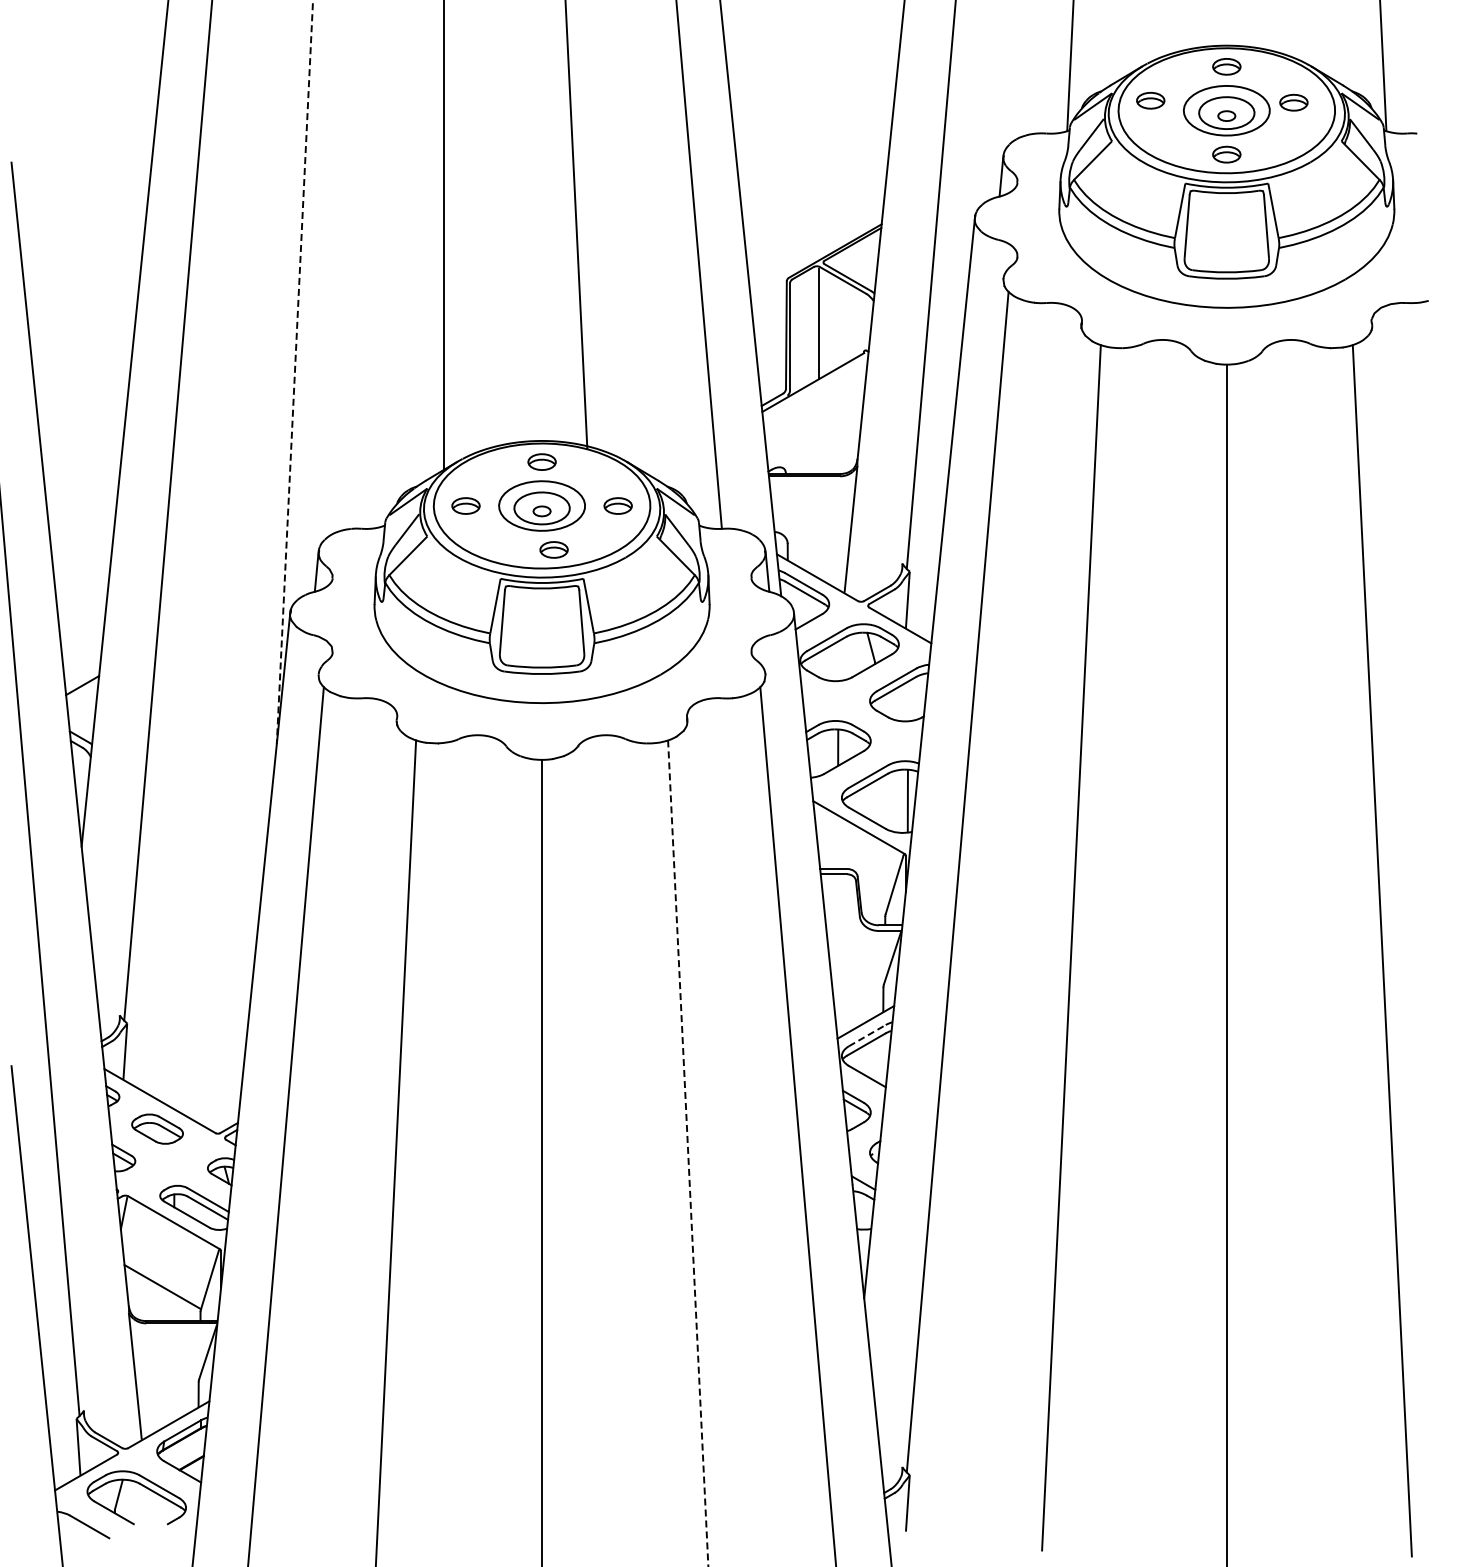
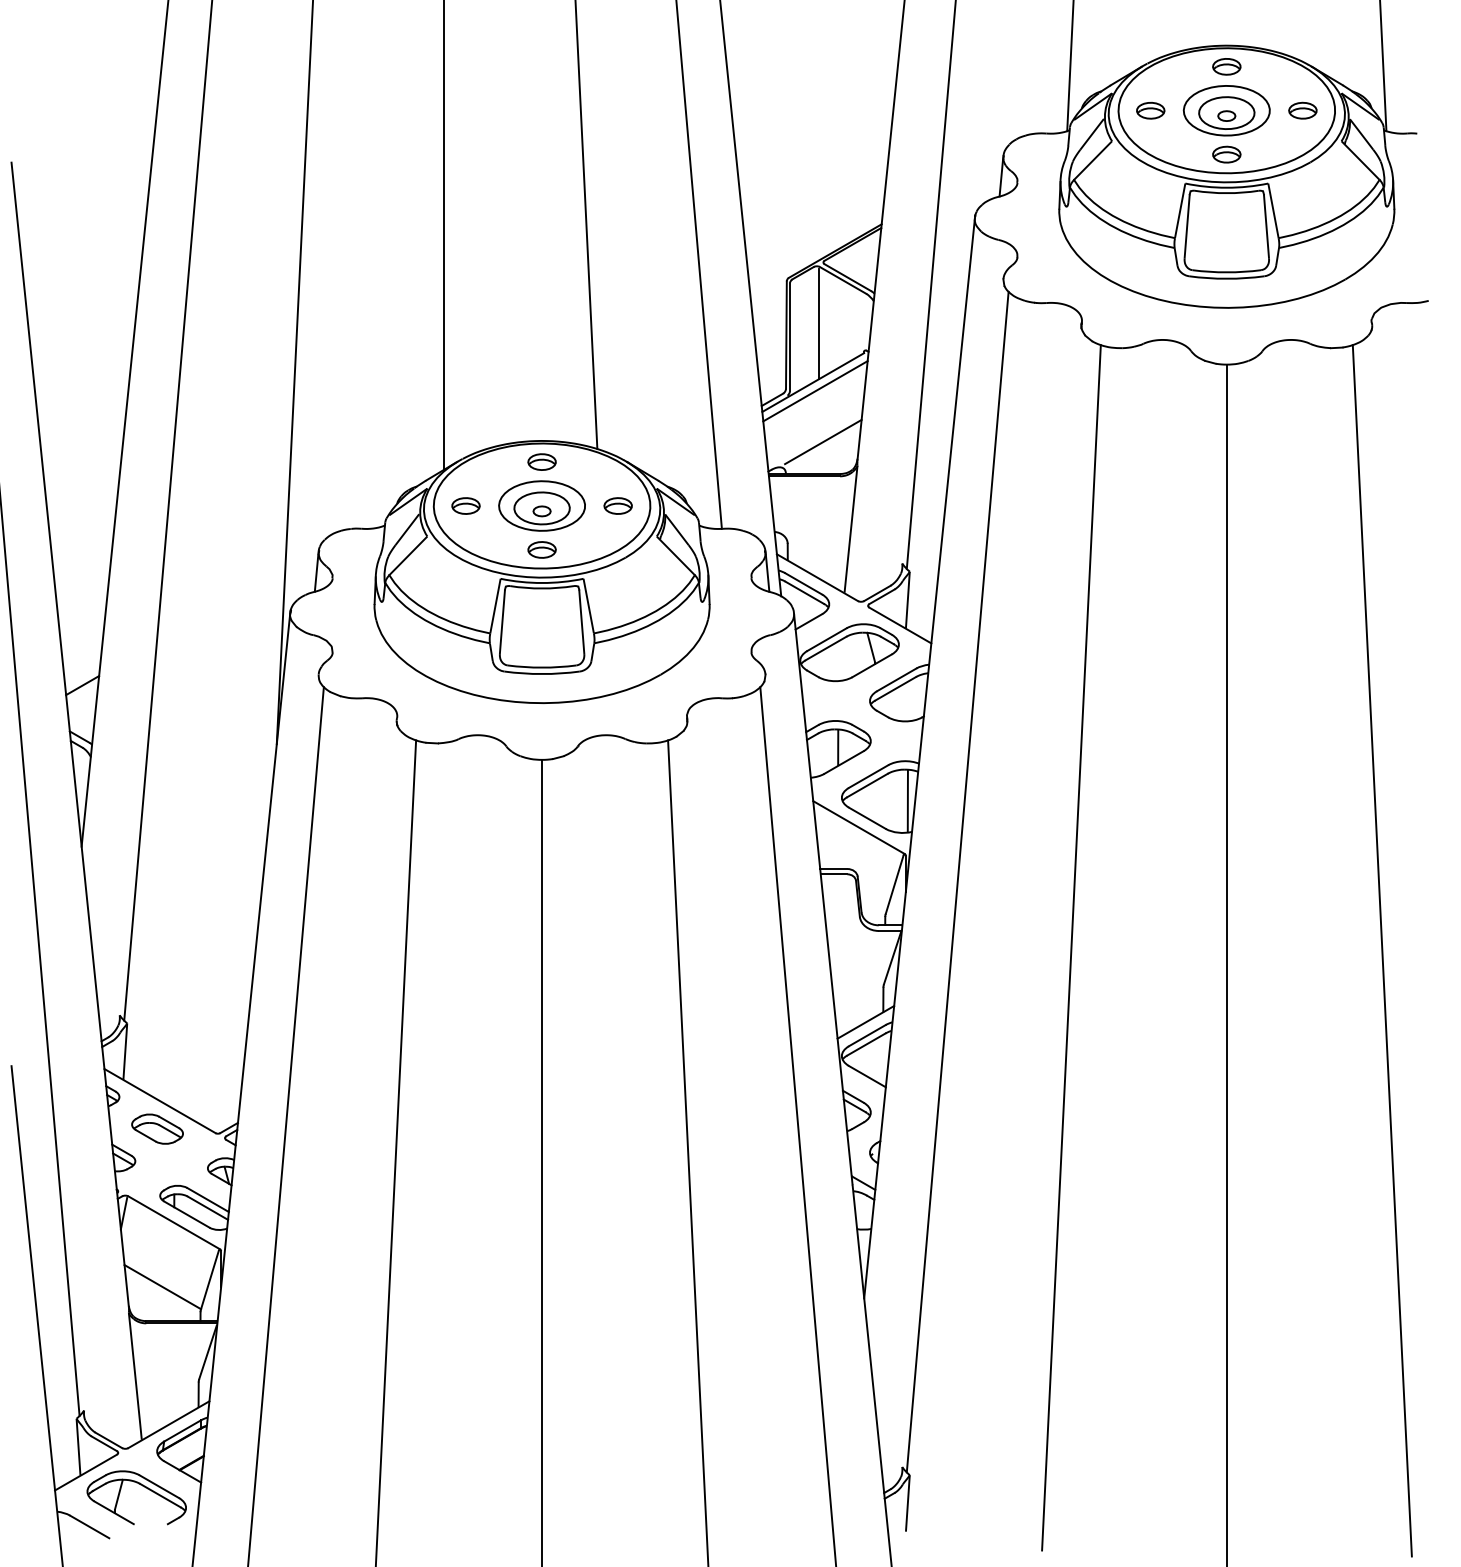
part at (1150, 100) position: (1150, 100) -> (1150, 110)
part at (1293, 102) position: (1293, 102) -> (1302, 110)
line at (576, 225) position: (576, 225) -> (586, 225)
line at (294, 372): dashed -> solid
line at (815, 391): none -> present
line at (823, 441): none -> present
part at (553, 549) position: (553, 549) -> (541, 549)
line at (867, 1035): dashed -> solid
line at (688, 1153): dashed -> solid
